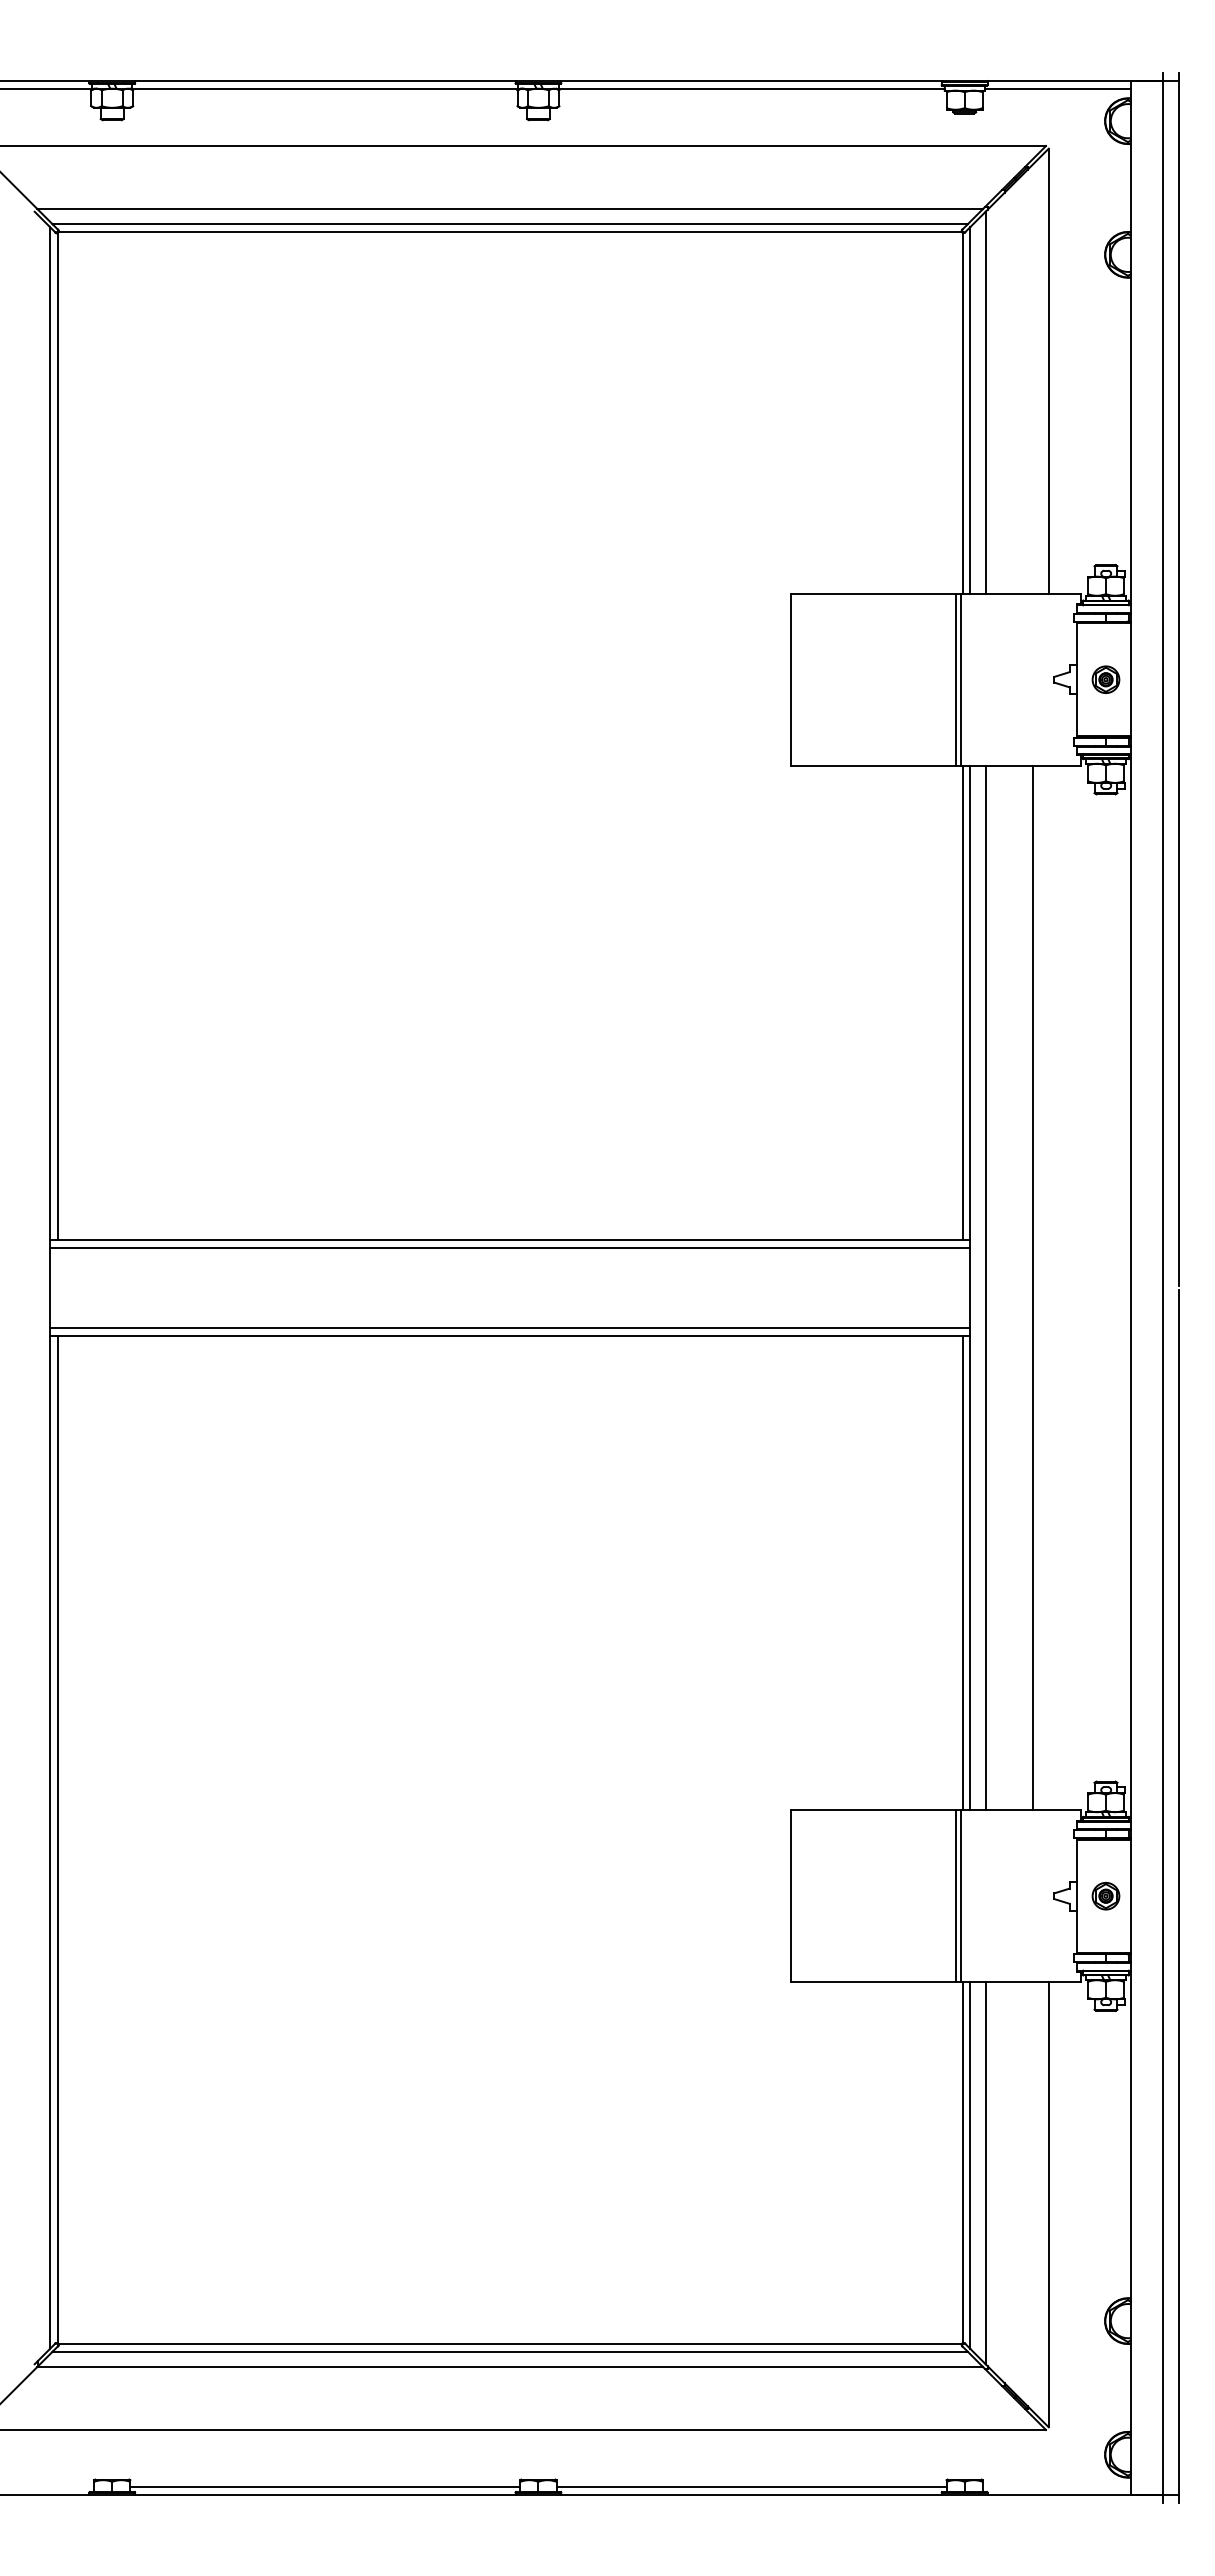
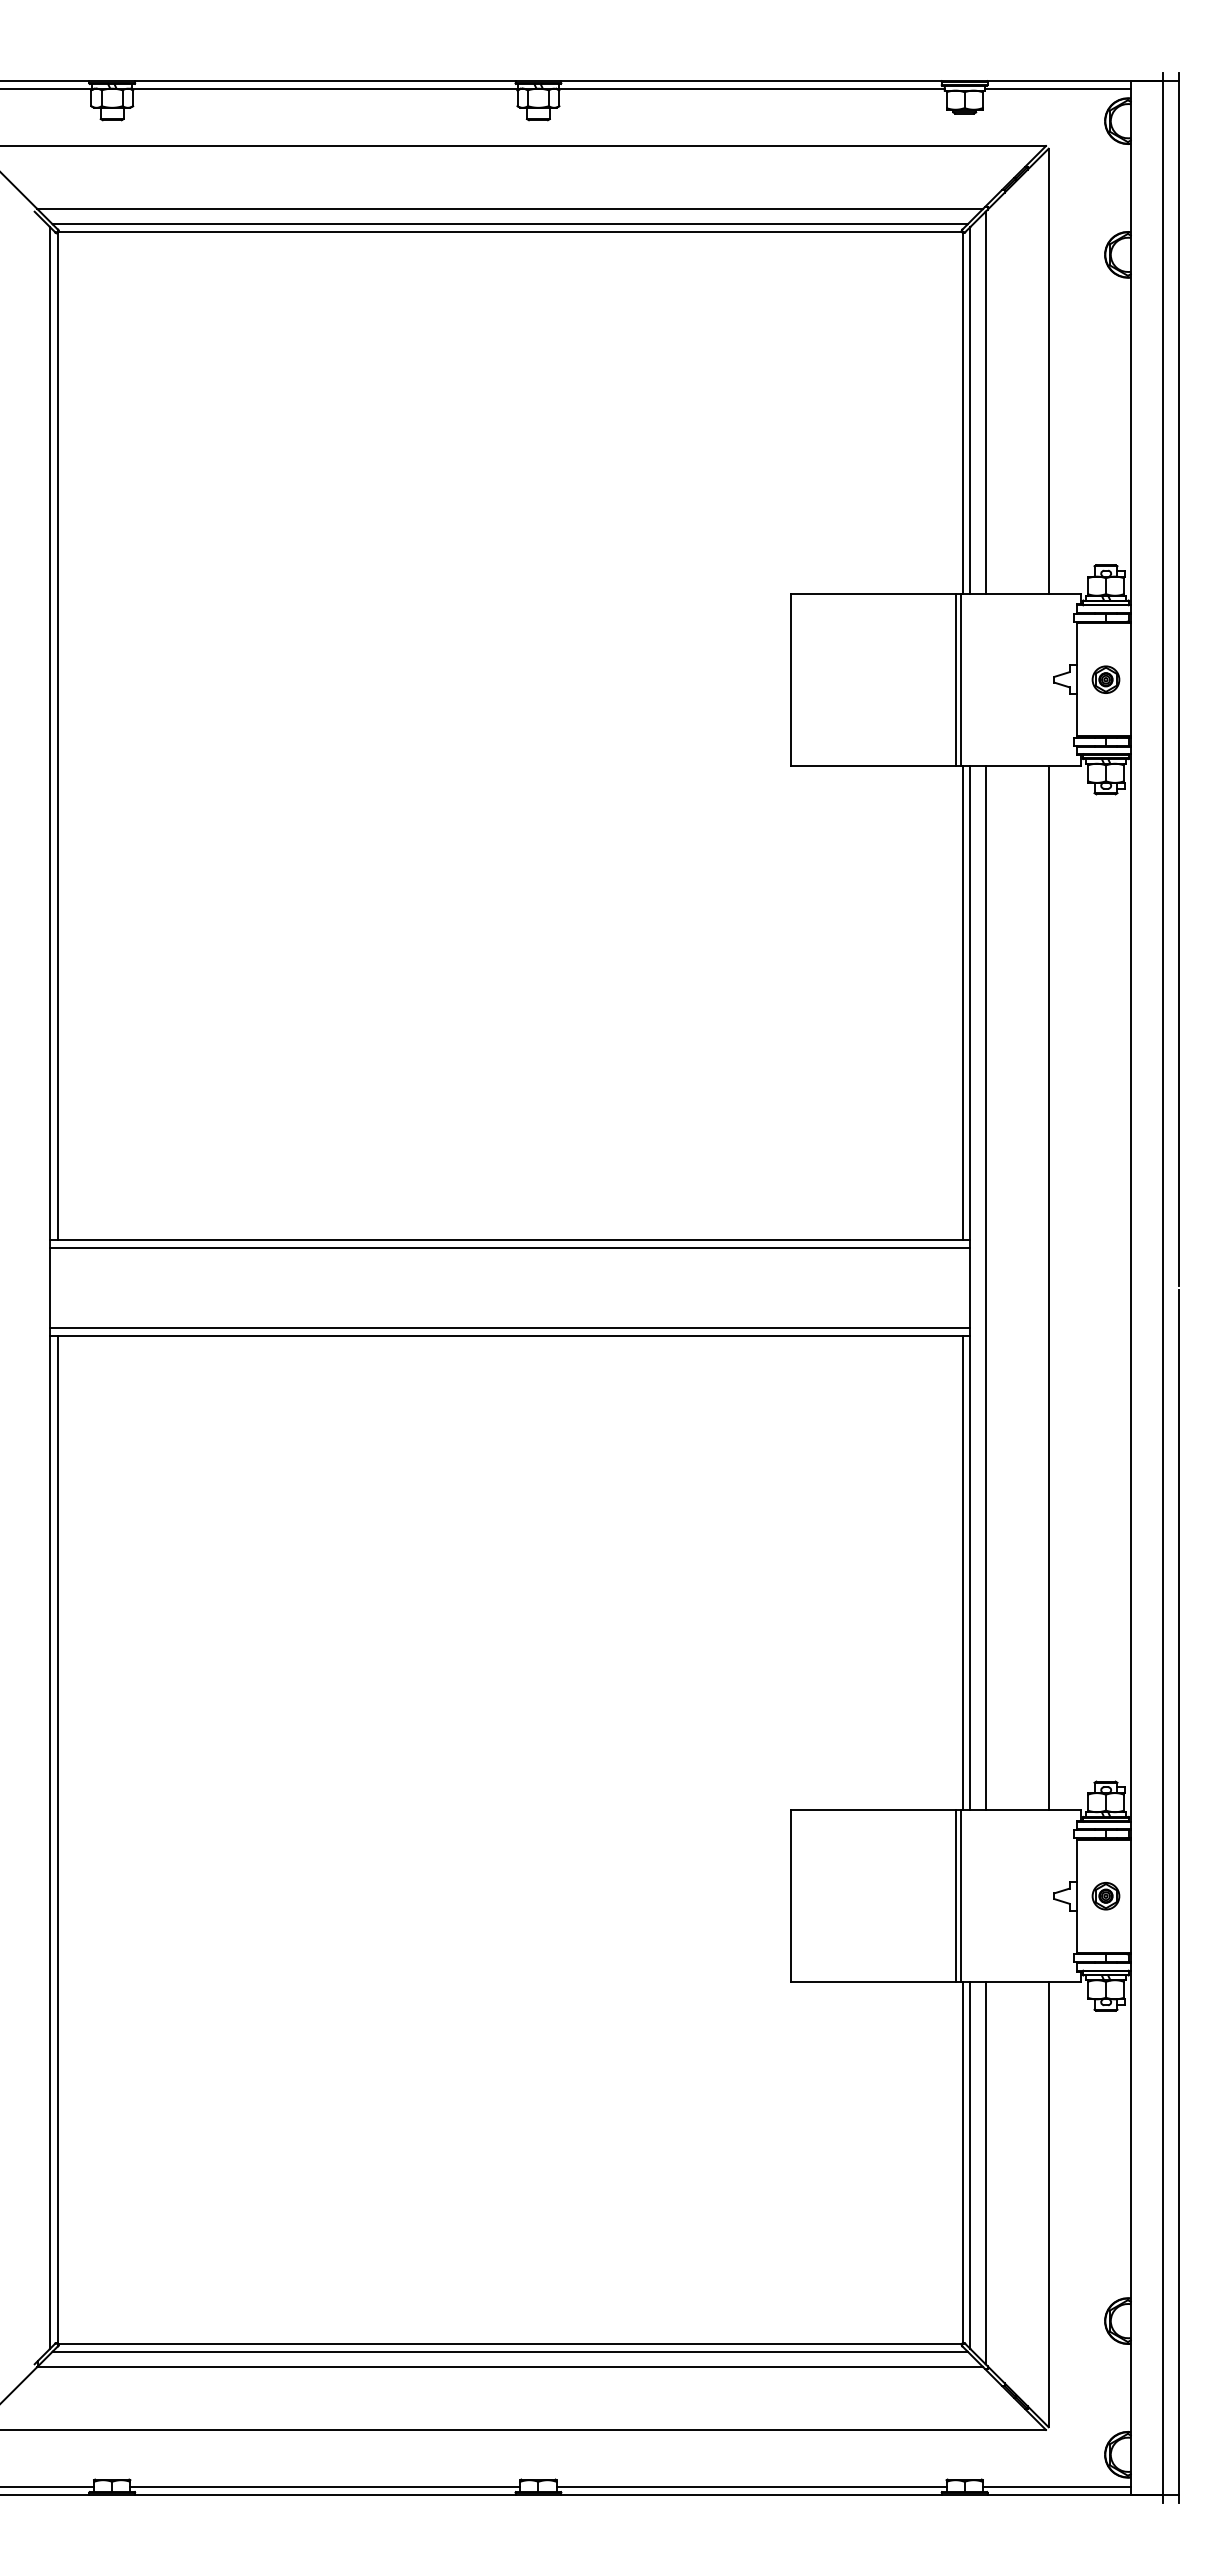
line at (1032, 1287) position: (1032, 1287) -> (1048, 1287)
line at (48, 2487): none -> present
line at (1056, 2487): none -> present
